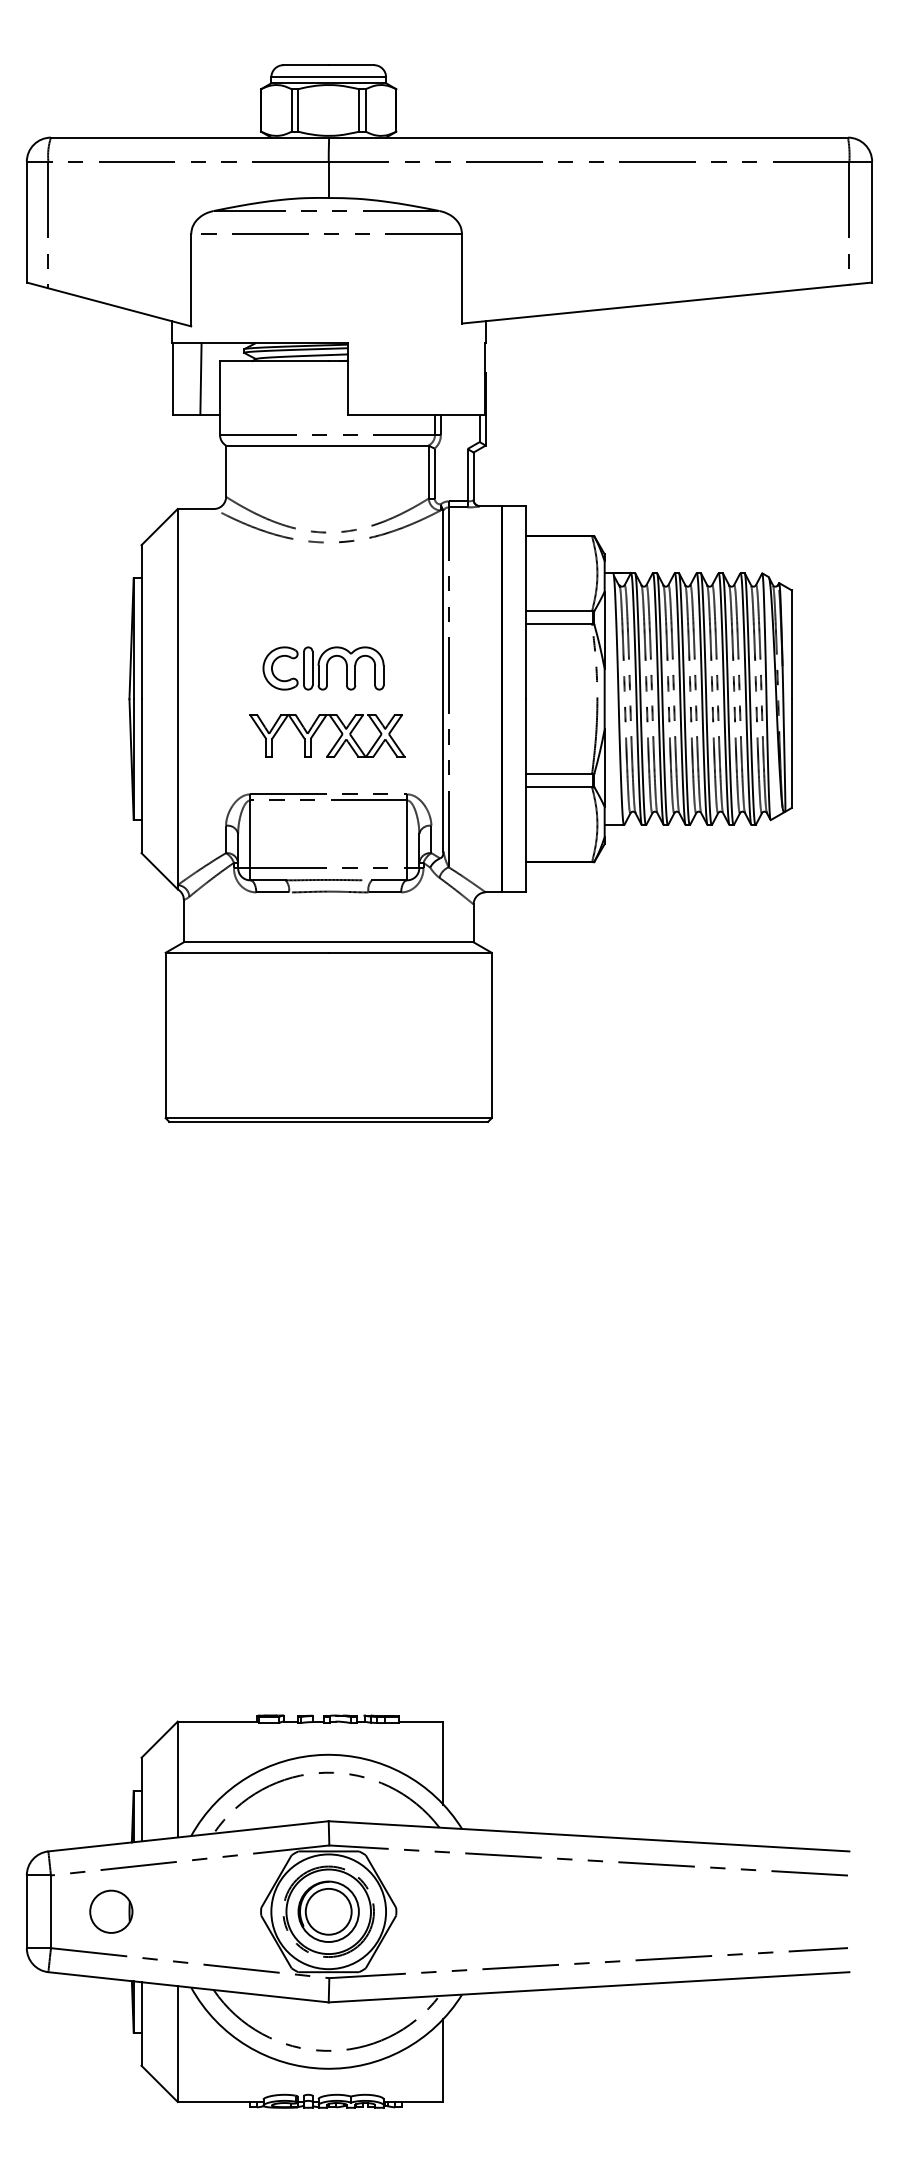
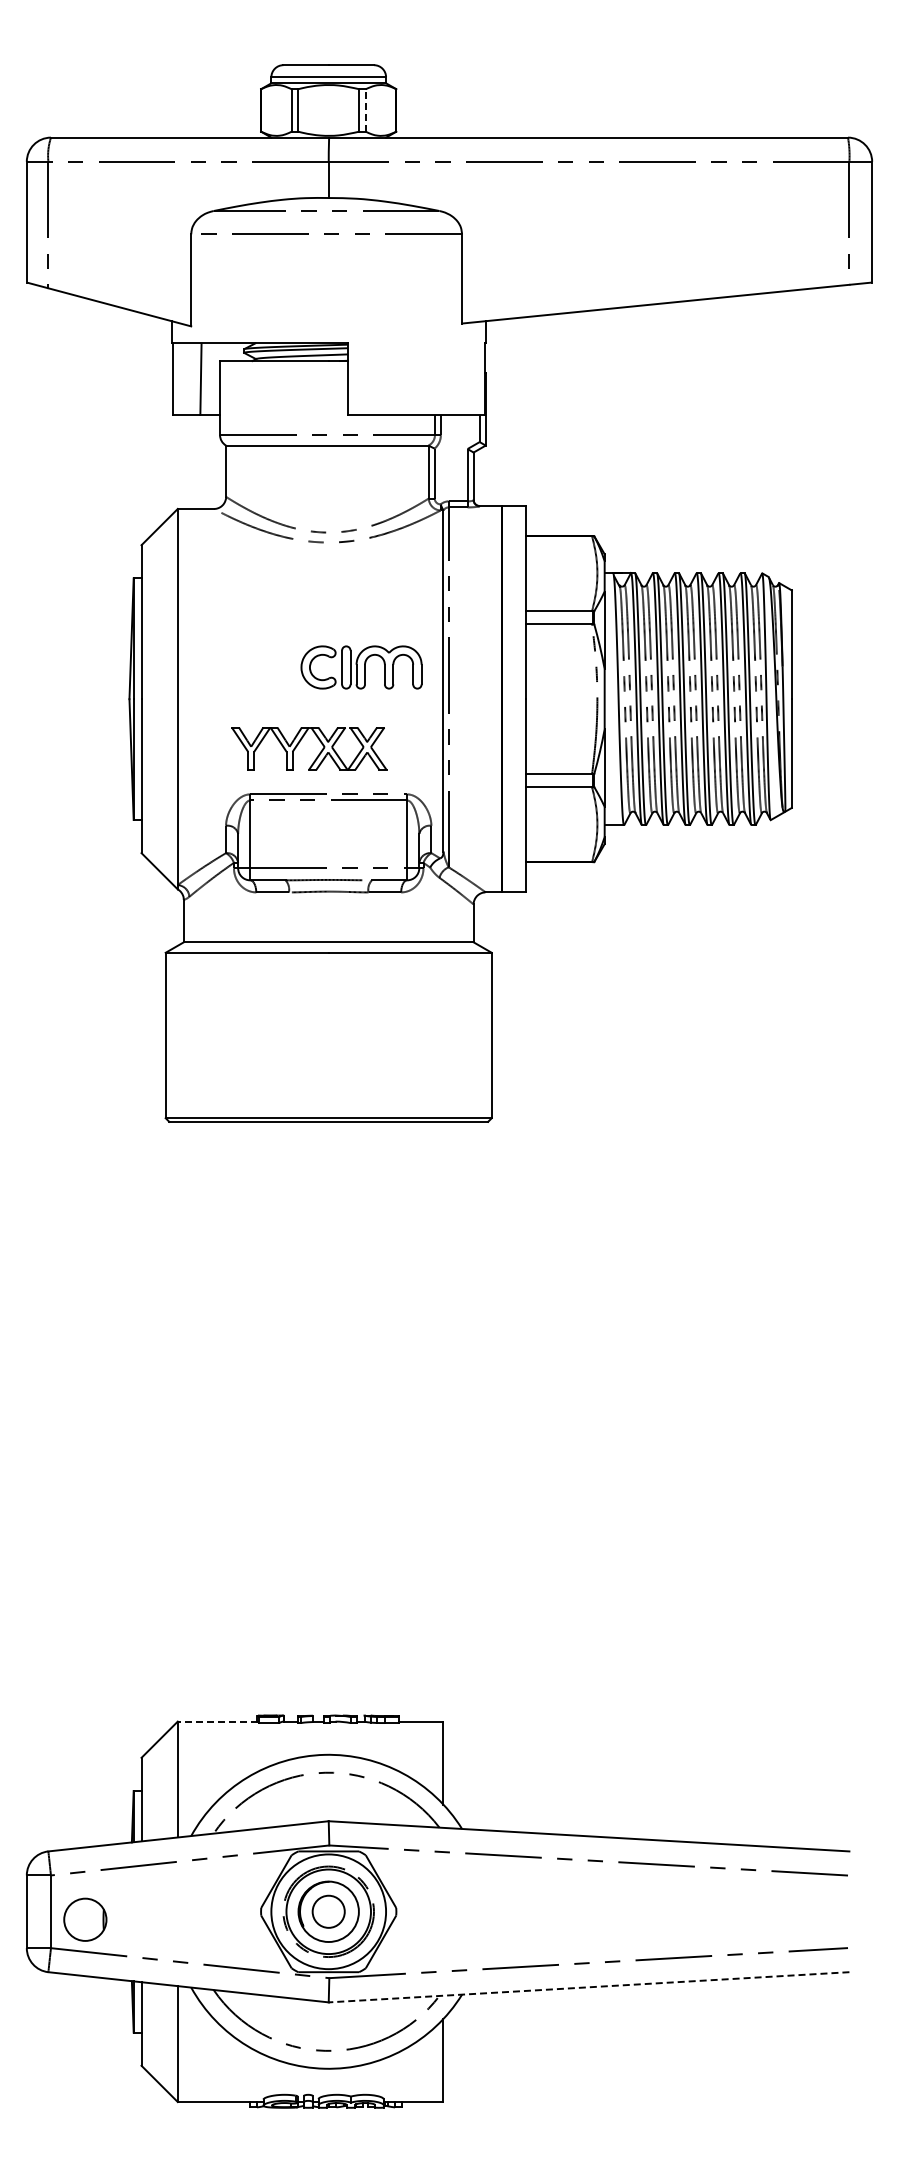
line at (365, 109): solid -> dashed
part at (323, 668) position: (323, 668) -> (361, 667)
part at (335, 742) position: (335, 742) -> (317, 755)
line at (217, 1721): solid -> dashed
part at (111, 1911) position: (111, 1911) -> (85, 1919)
circle at (328, 1911) diameter: 46 px -> 32 px
line at (589, 1987): solid -> dashed
